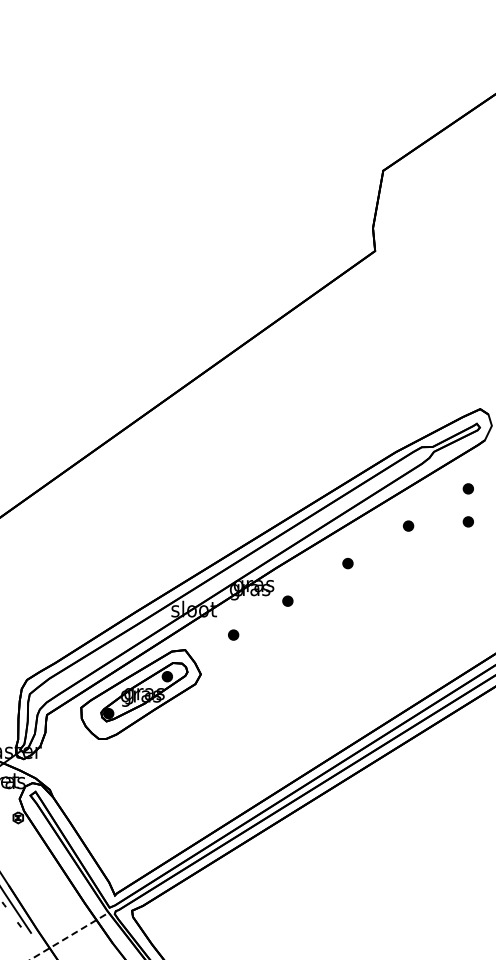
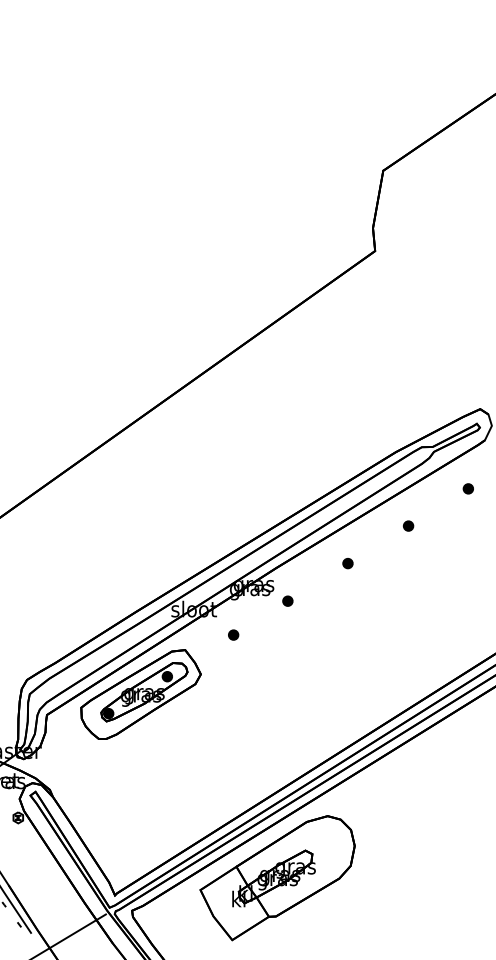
part at (467, 521): present -> none
part at (277, 878): none -> present
line at (68, 937): dashed -> solid
